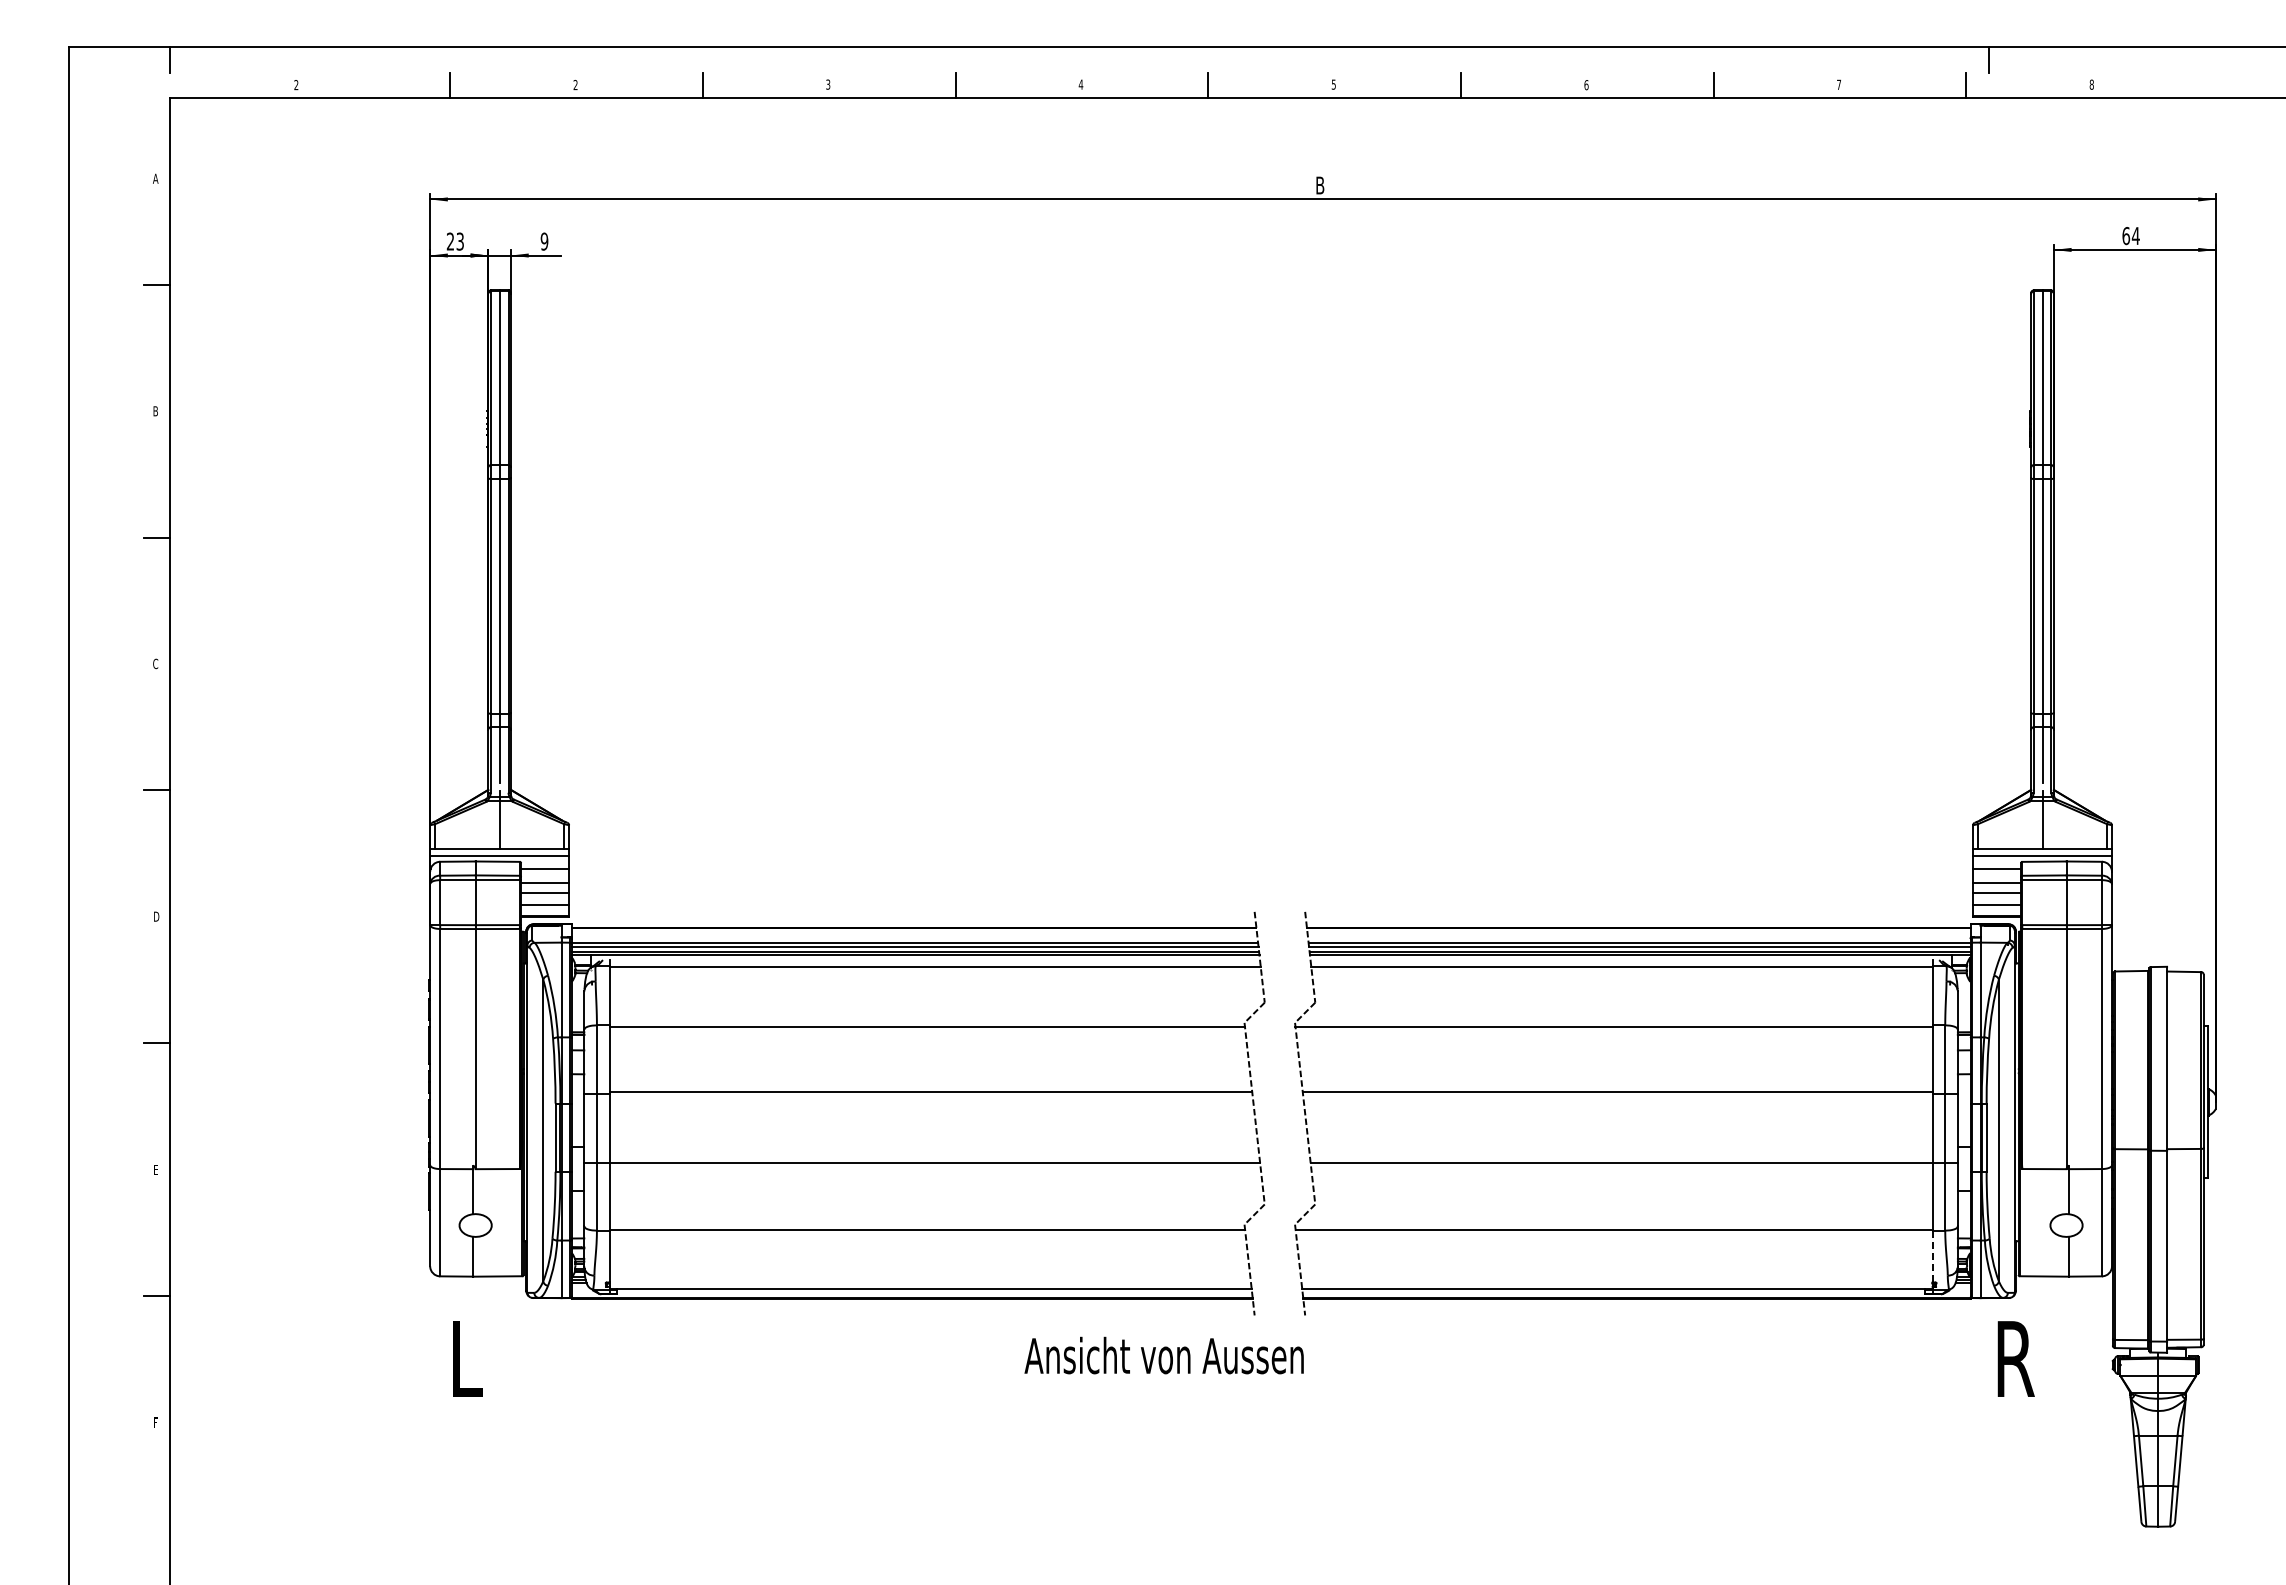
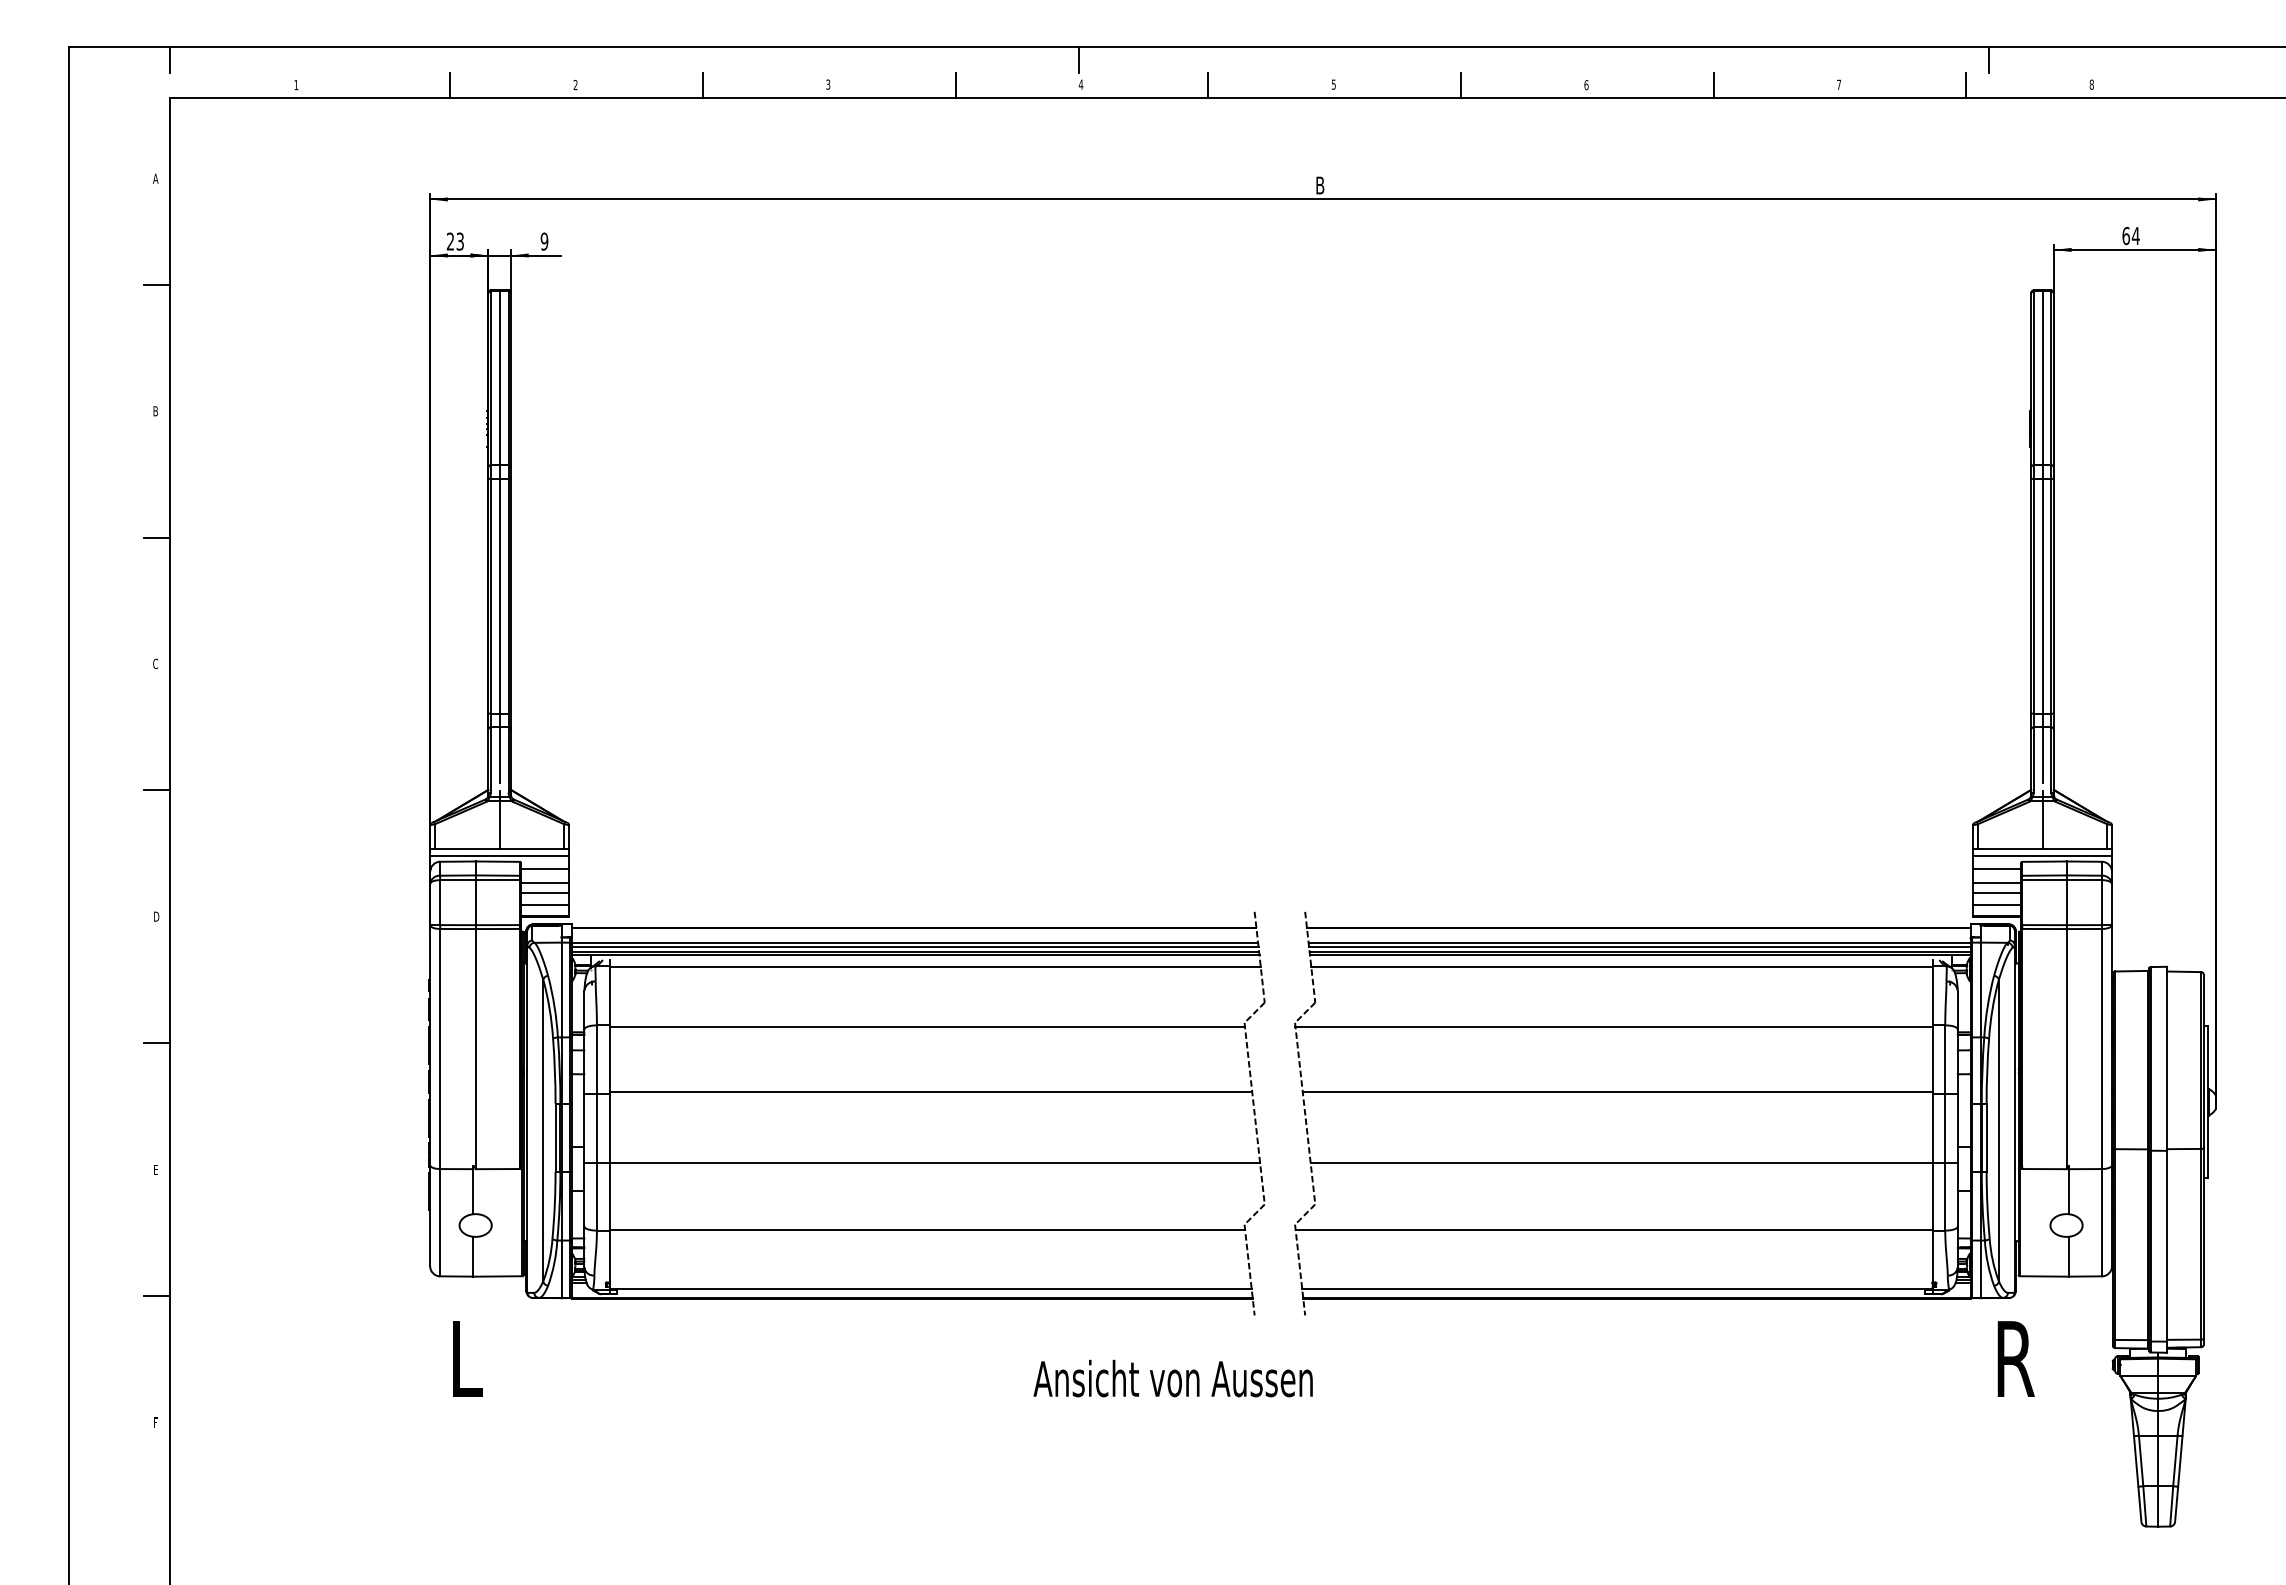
line at (1079, 59): none -> present
text at (296, 84): 2 -> 1
line at (1932, 1256): dashed -> solid
text at (1163, 1355) position: (1163, 1355) -> (1172, 1378)
